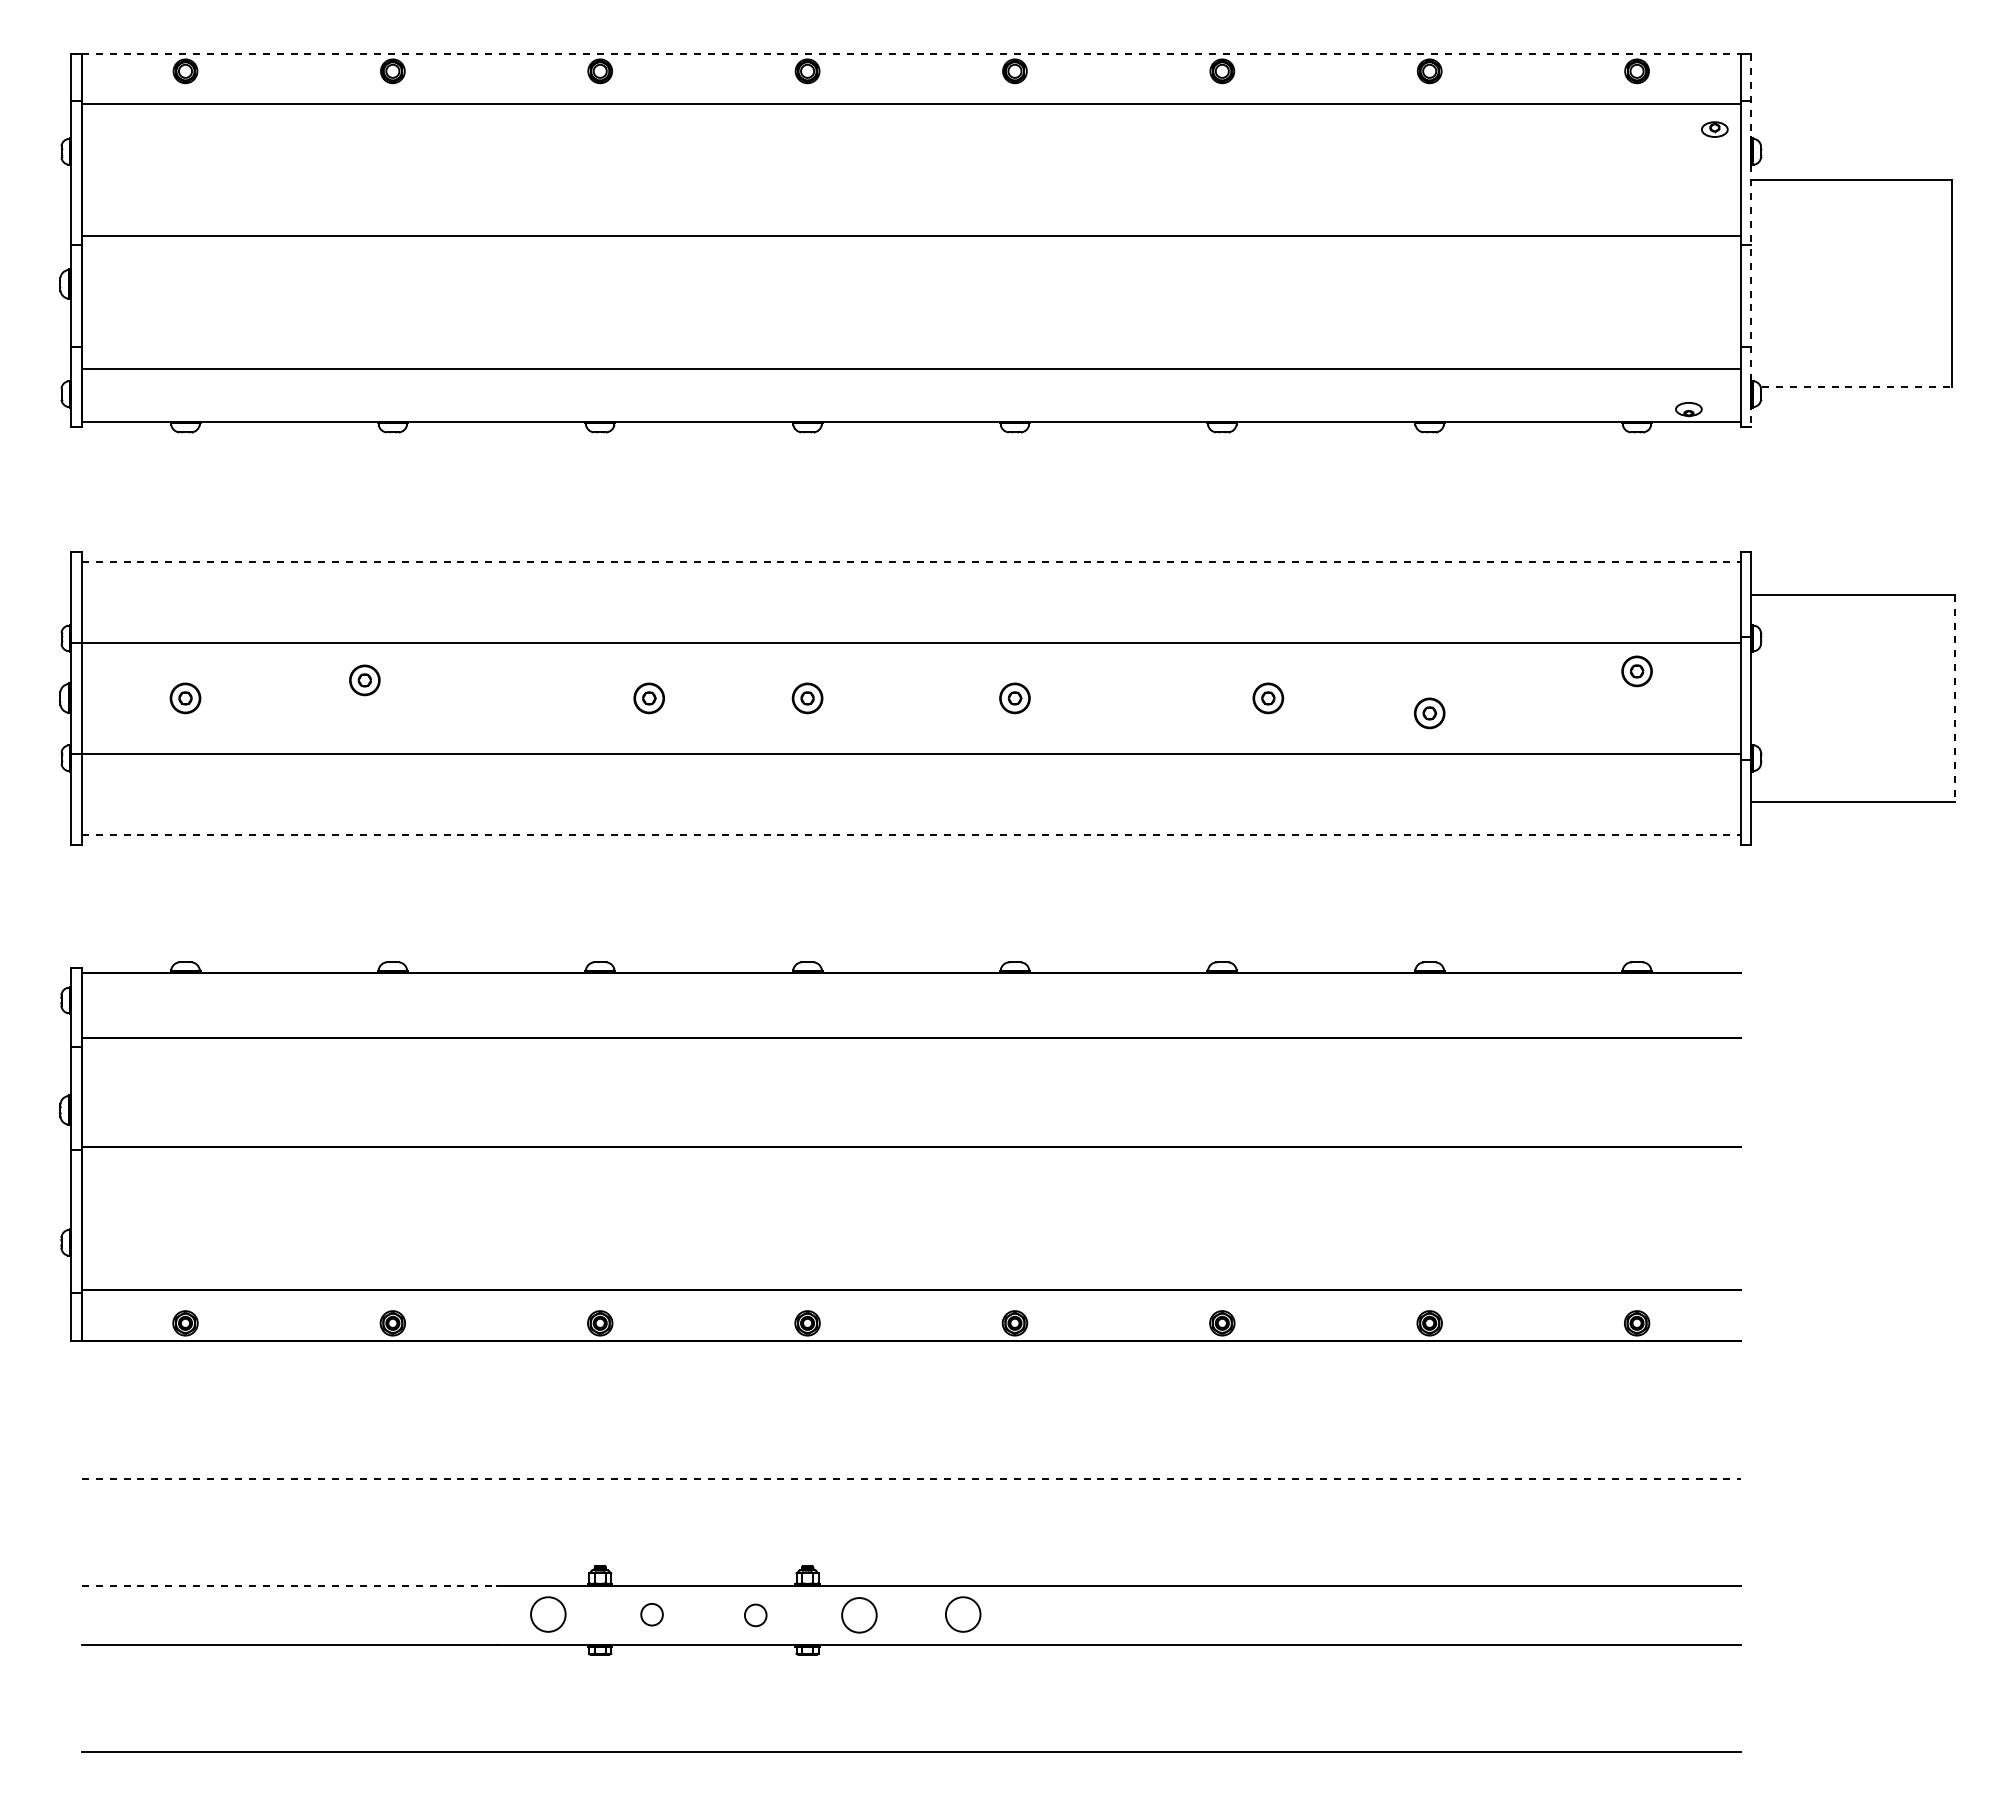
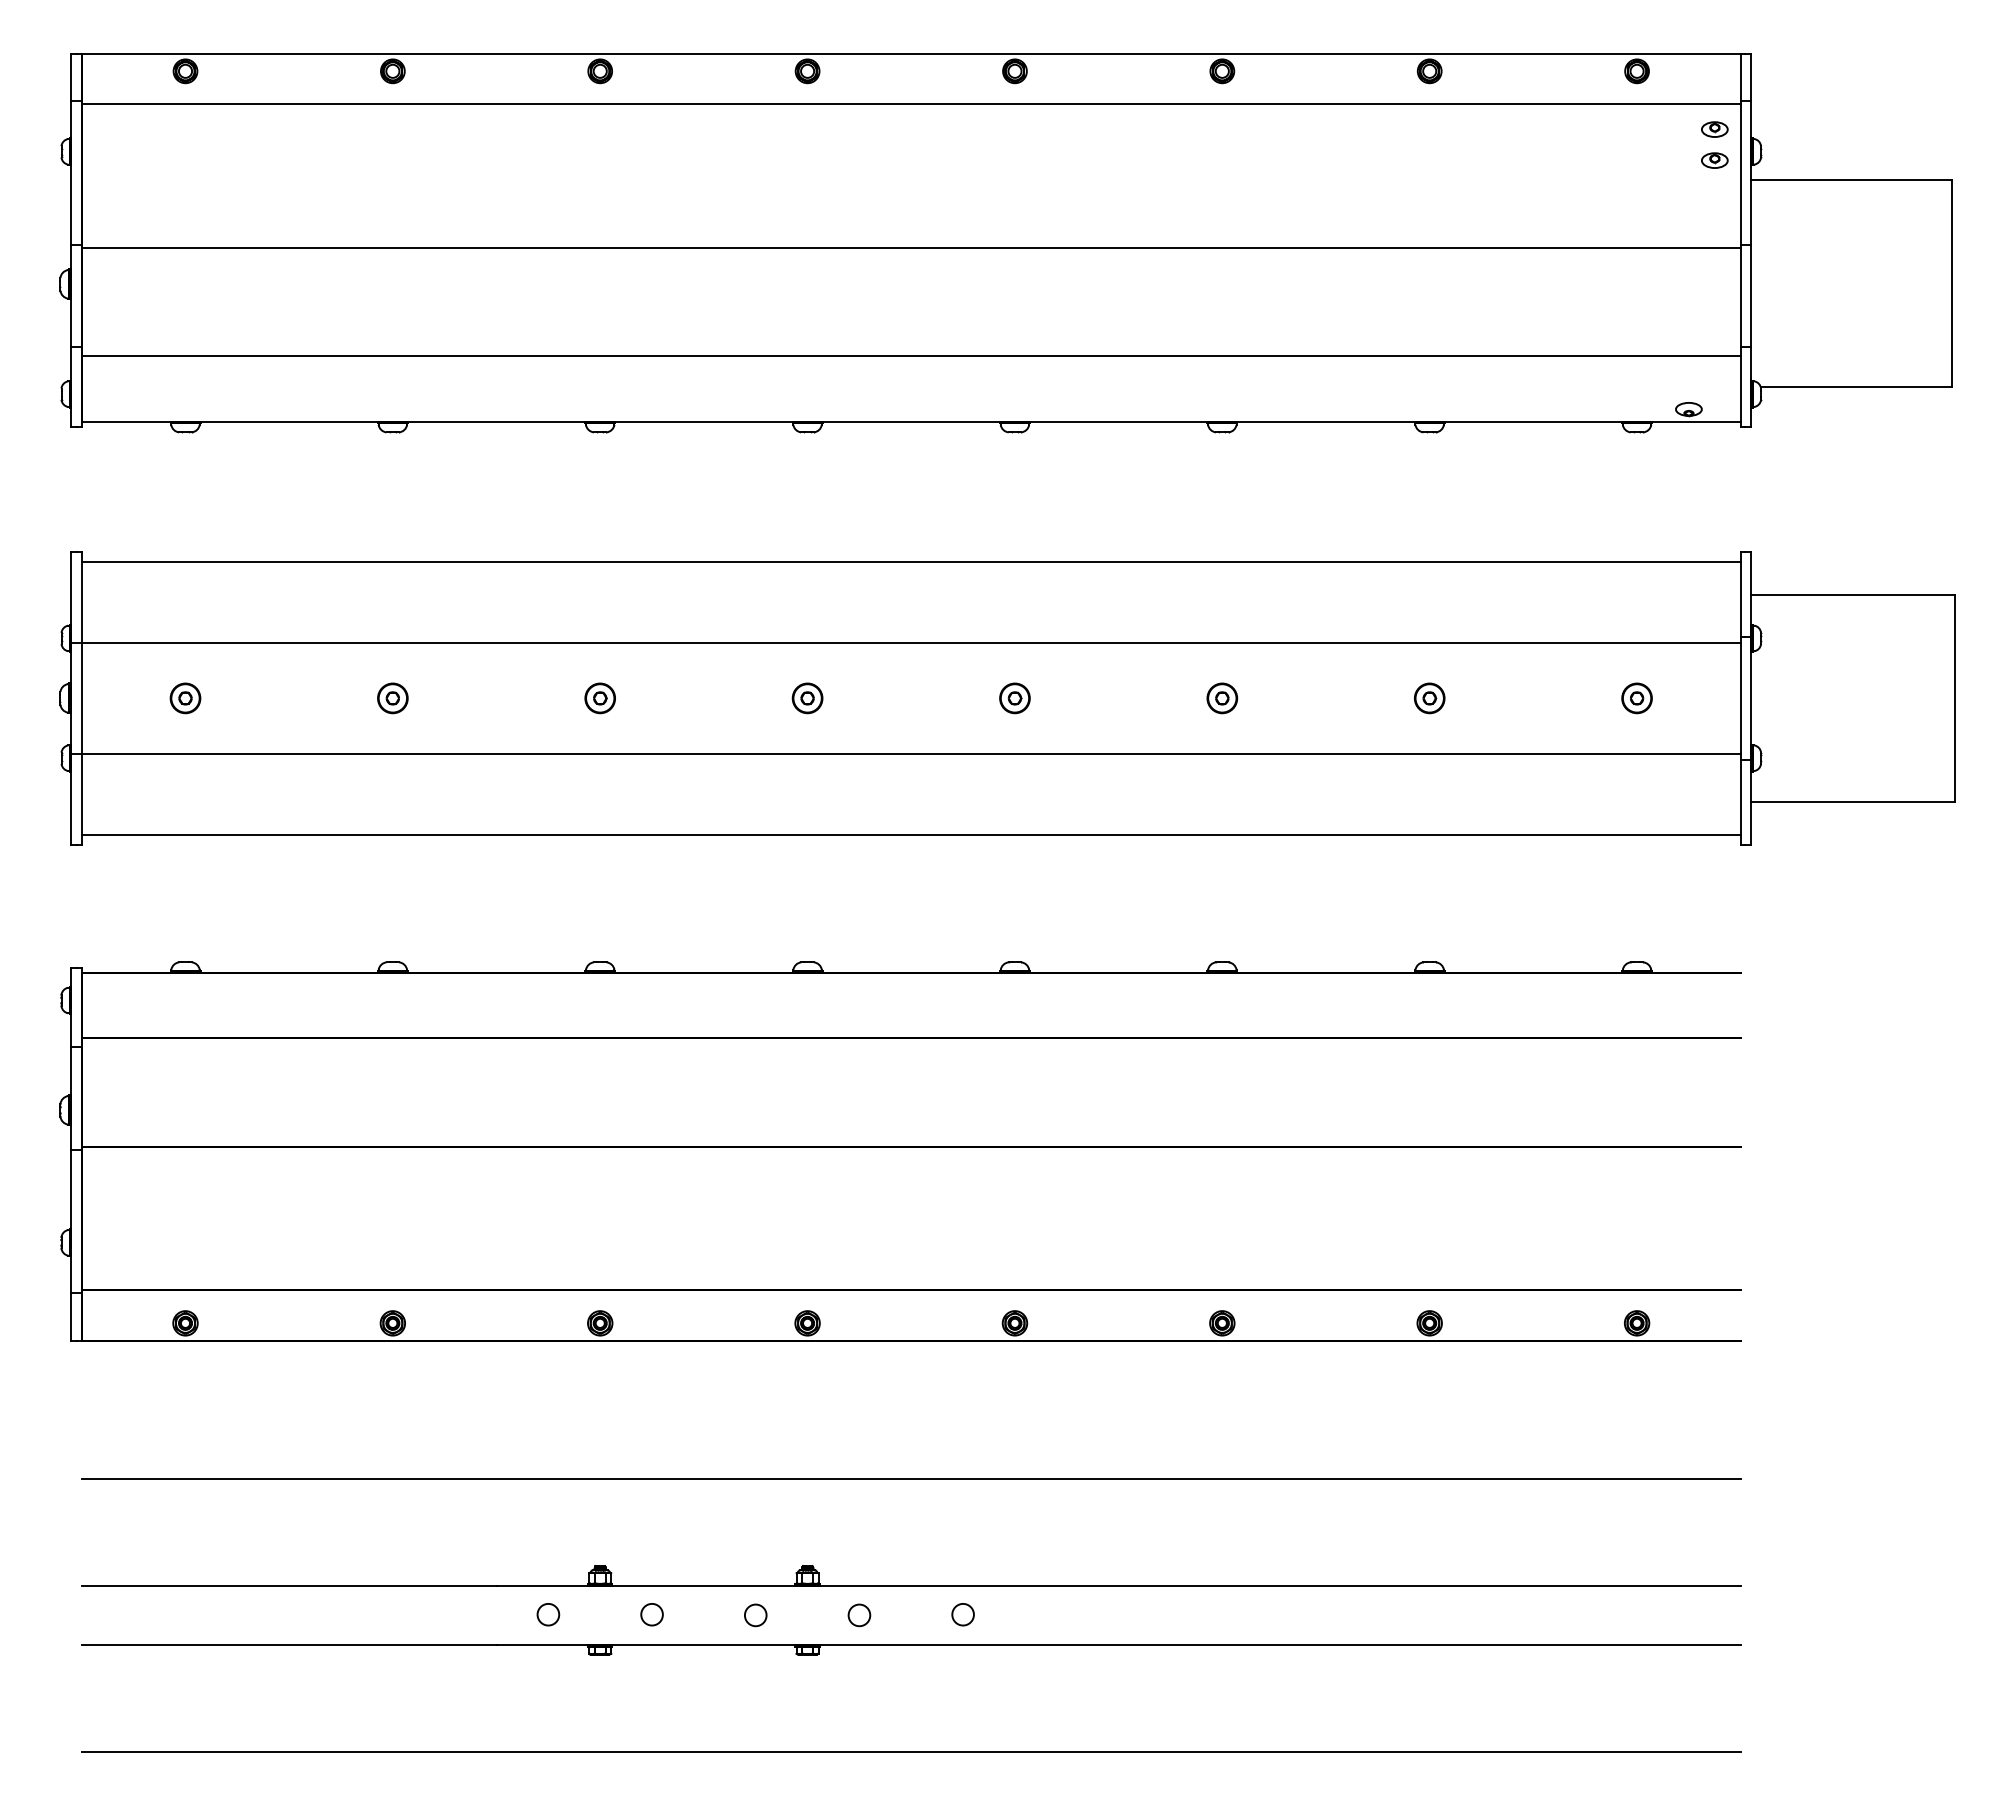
line at (911, 54): dashed -> solid
part at (1714, 160): none -> present
line at (910, 235) position: (910, 235) -> (910, 247)
line at (1751, 240): dashed -> solid
line at (910, 369) position: (910, 369) -> (910, 356)
line at (1857, 387): dashed -> solid
line at (911, 561): dashed -> solid
part at (1636, 671) position: (1636, 671) -> (1636, 698)
part at (364, 680) position: (364, 680) -> (392, 698)
part at (648, 698) position: (648, 698) -> (599, 698)
part at (1268, 698) position: (1268, 698) -> (1222, 698)
line at (1954, 698): dashed -> solid
part at (1429, 713) position: (1429, 713) -> (1429, 698)
line at (911, 834): dashed -> solid
line at (911, 1478): dashed -> solid
line at (289, 1586): dashed -> solid
circle at (548, 1614) size: 37x37 px -> 25x24 px
circle at (963, 1614) size: 37x37 px -> 24x24 px
circle at (859, 1615) size: 37x37 px -> 25x25 px
